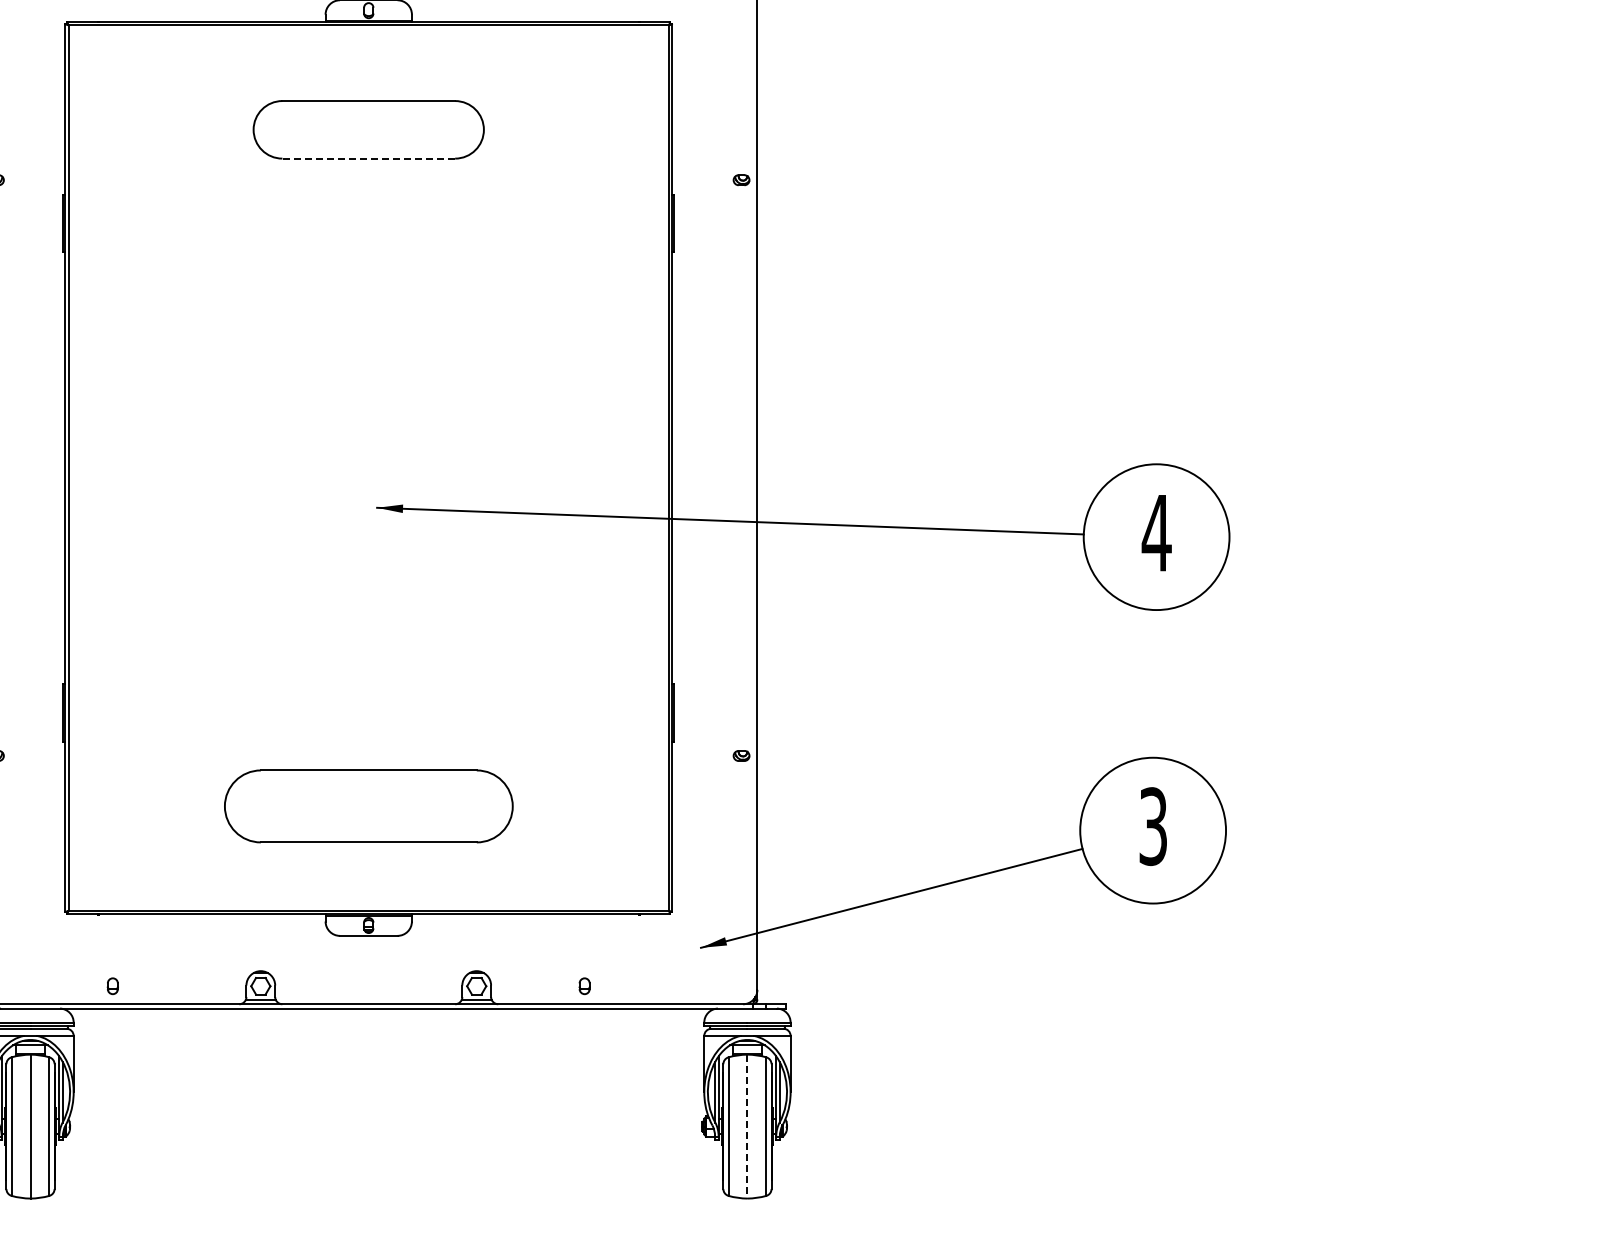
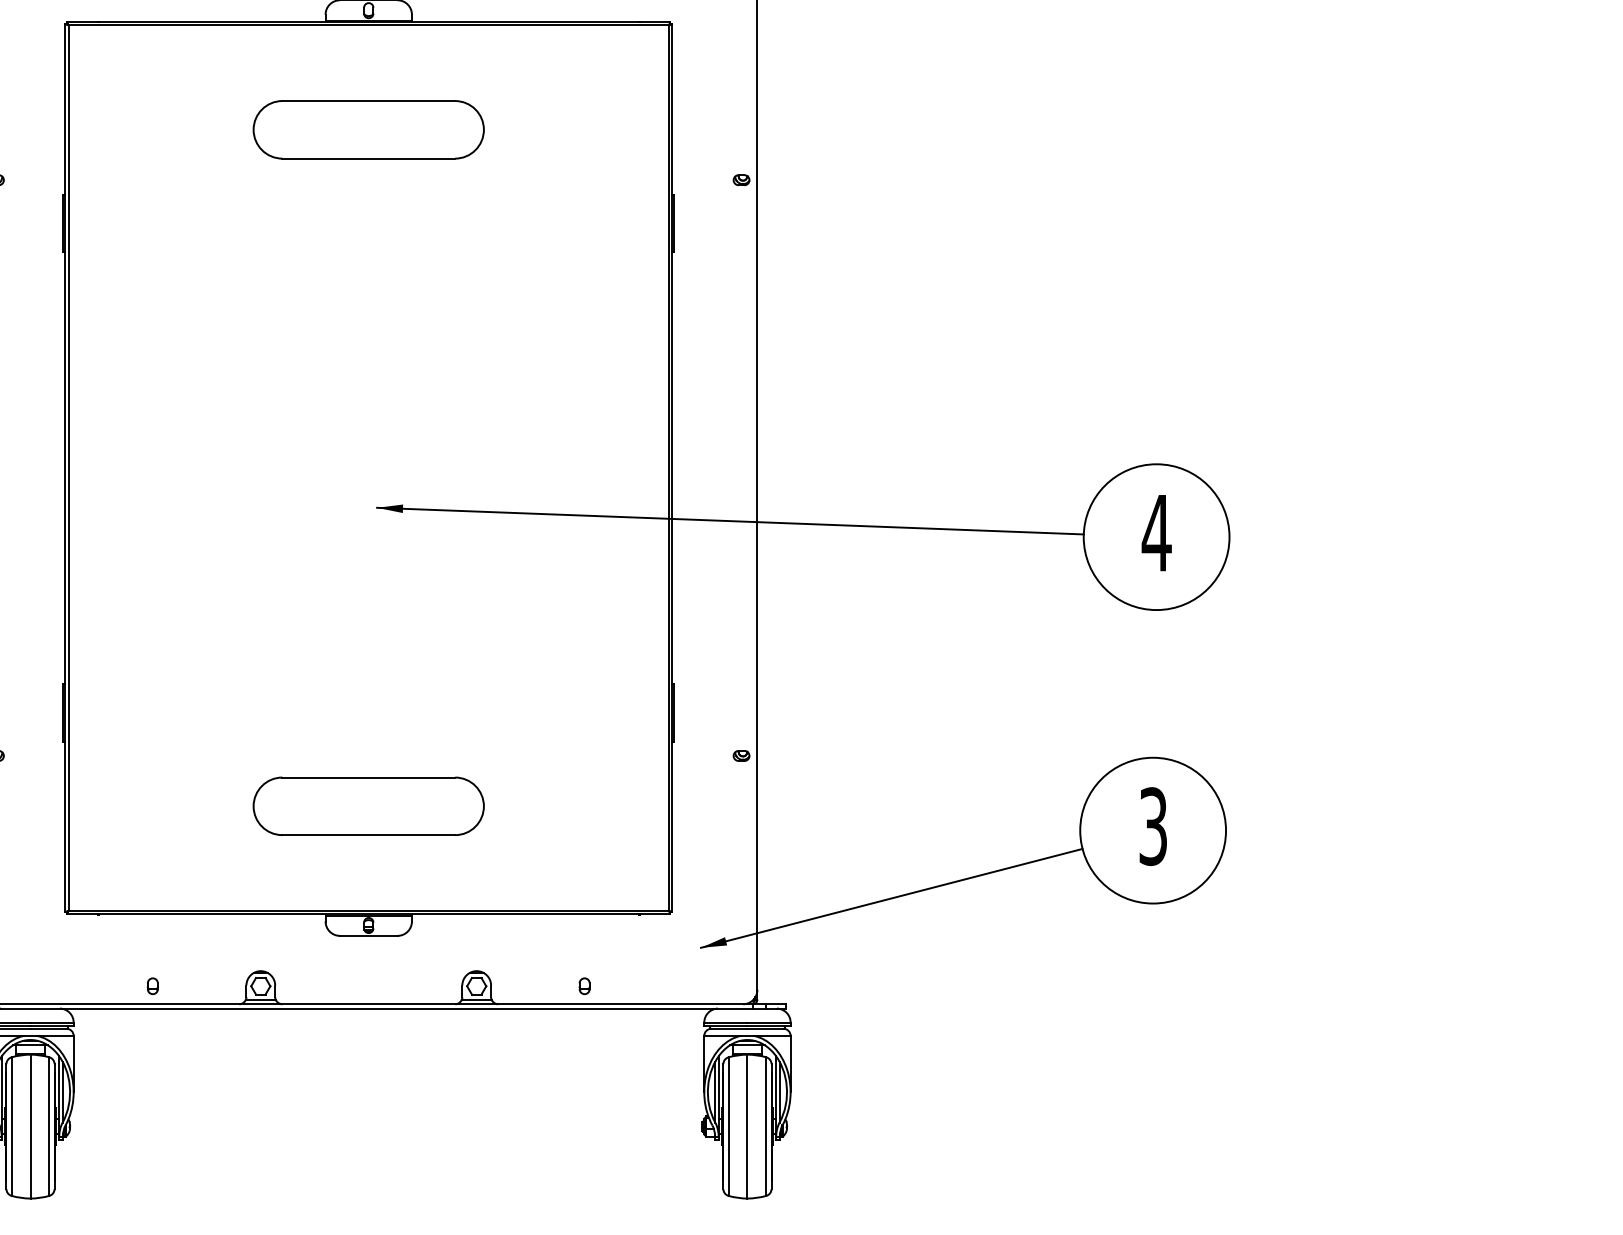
line at (368, 158): dashed -> solid
part at (368, 806) size: 290x75 px -> 233x60 px
part at (112, 986) position: (112, 986) -> (152, 986)
line at (747, 1126): dashed -> solid
